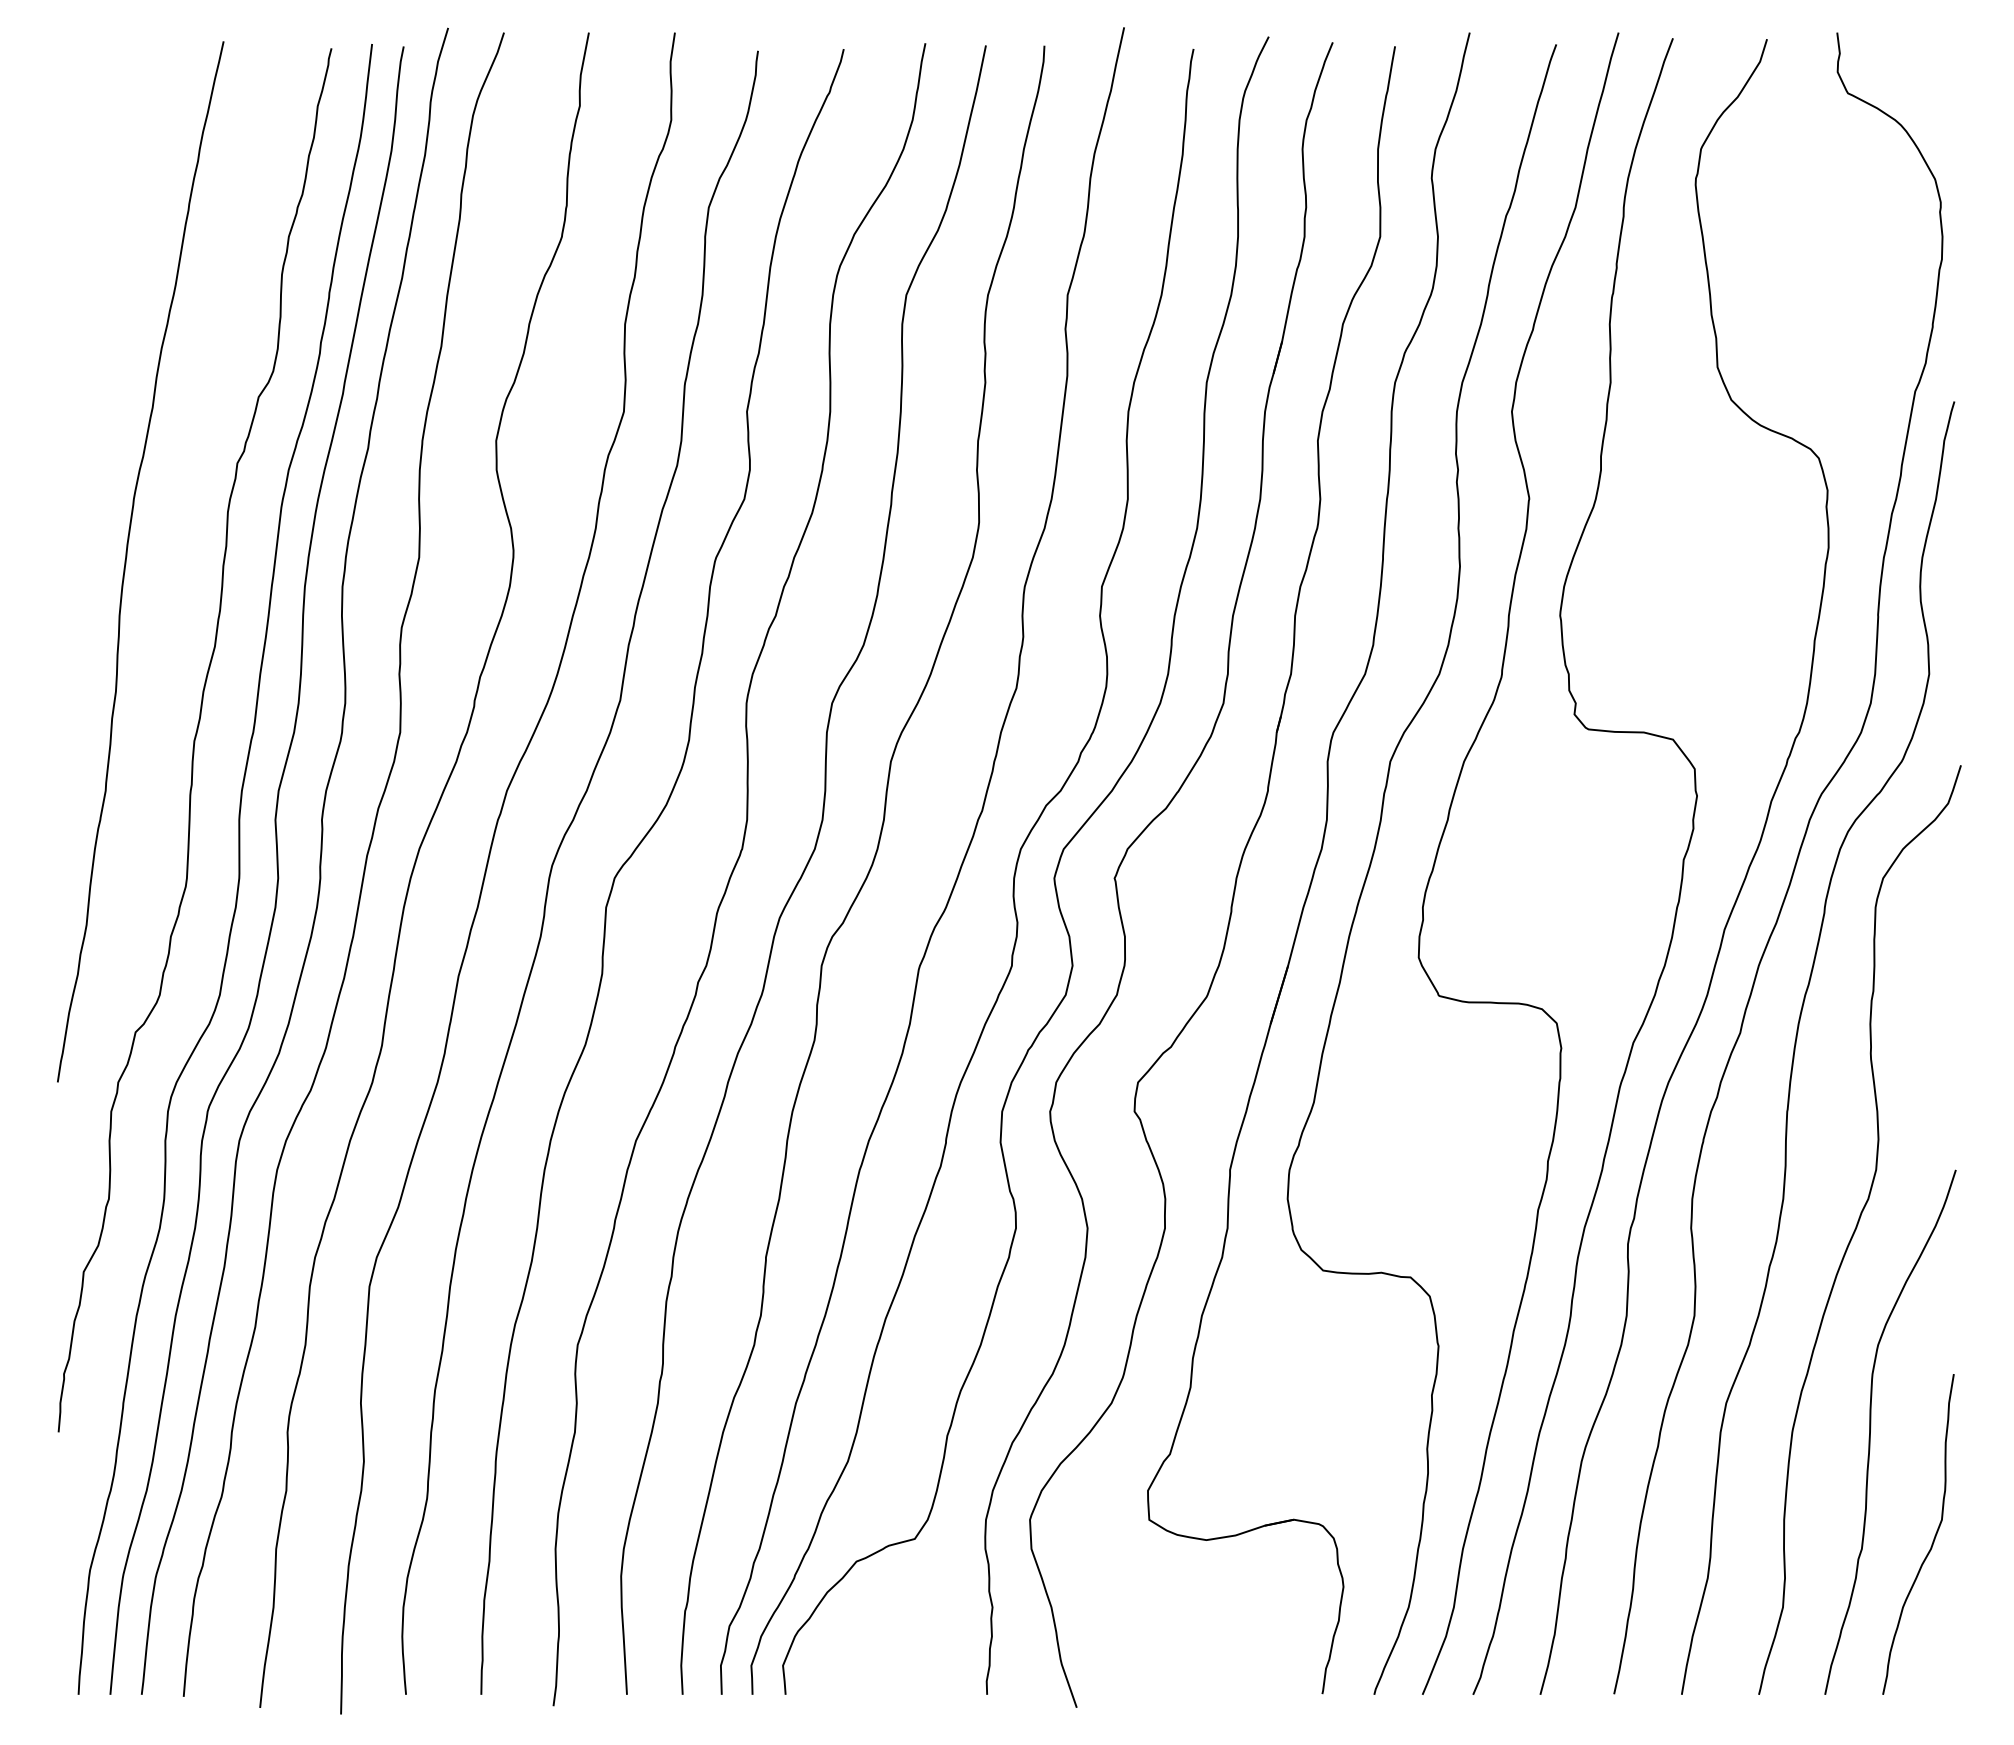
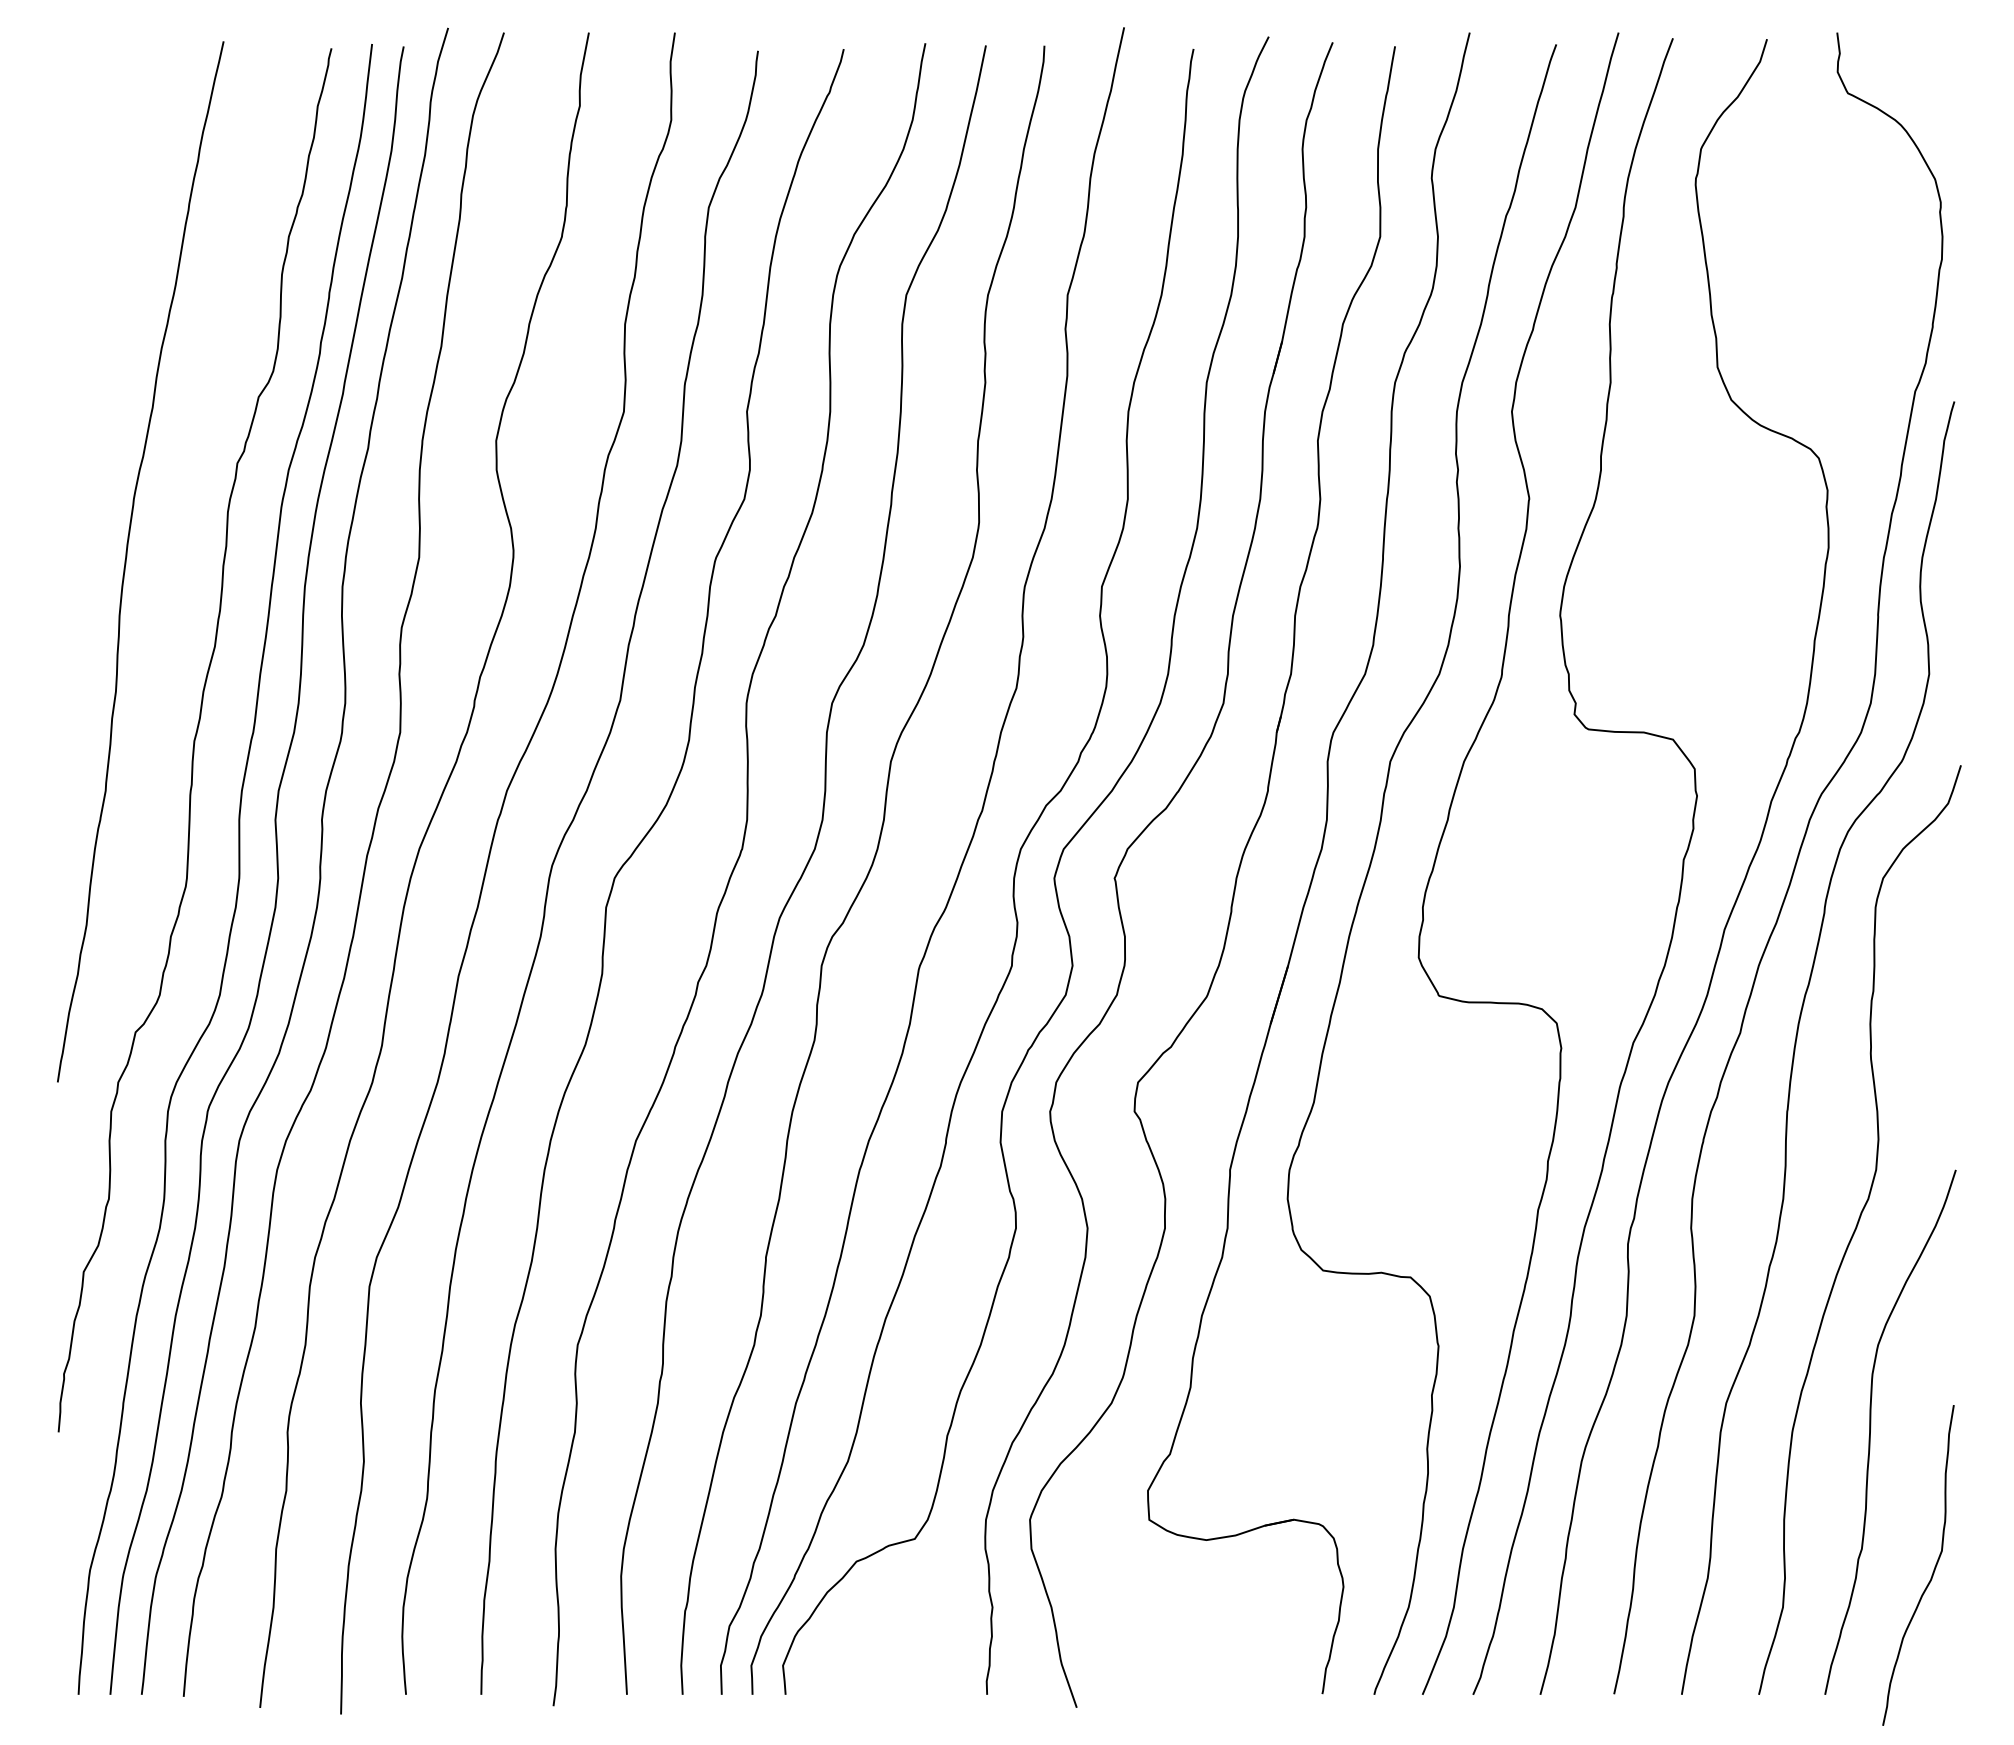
curve at (1933, 1538) position: (1933, 1538) -> (1933, 1569)
